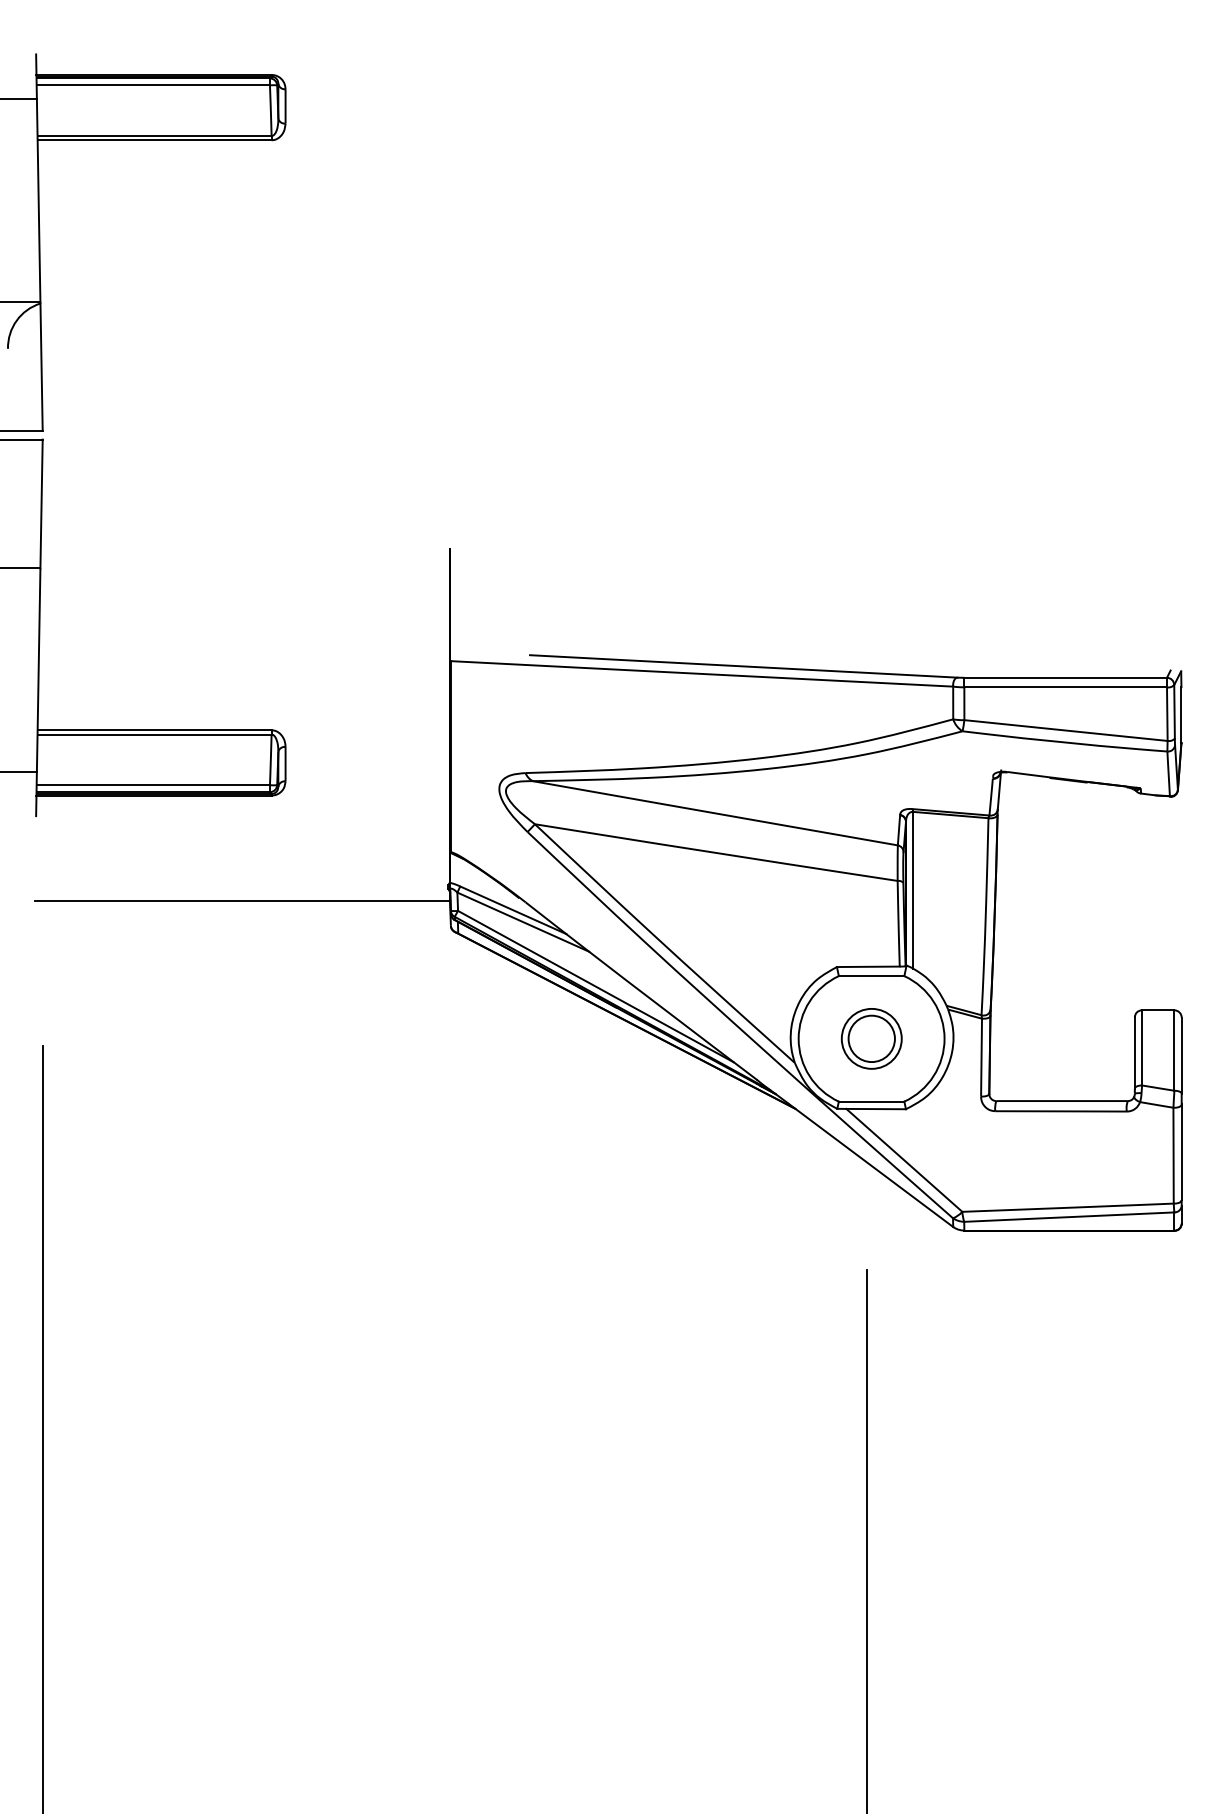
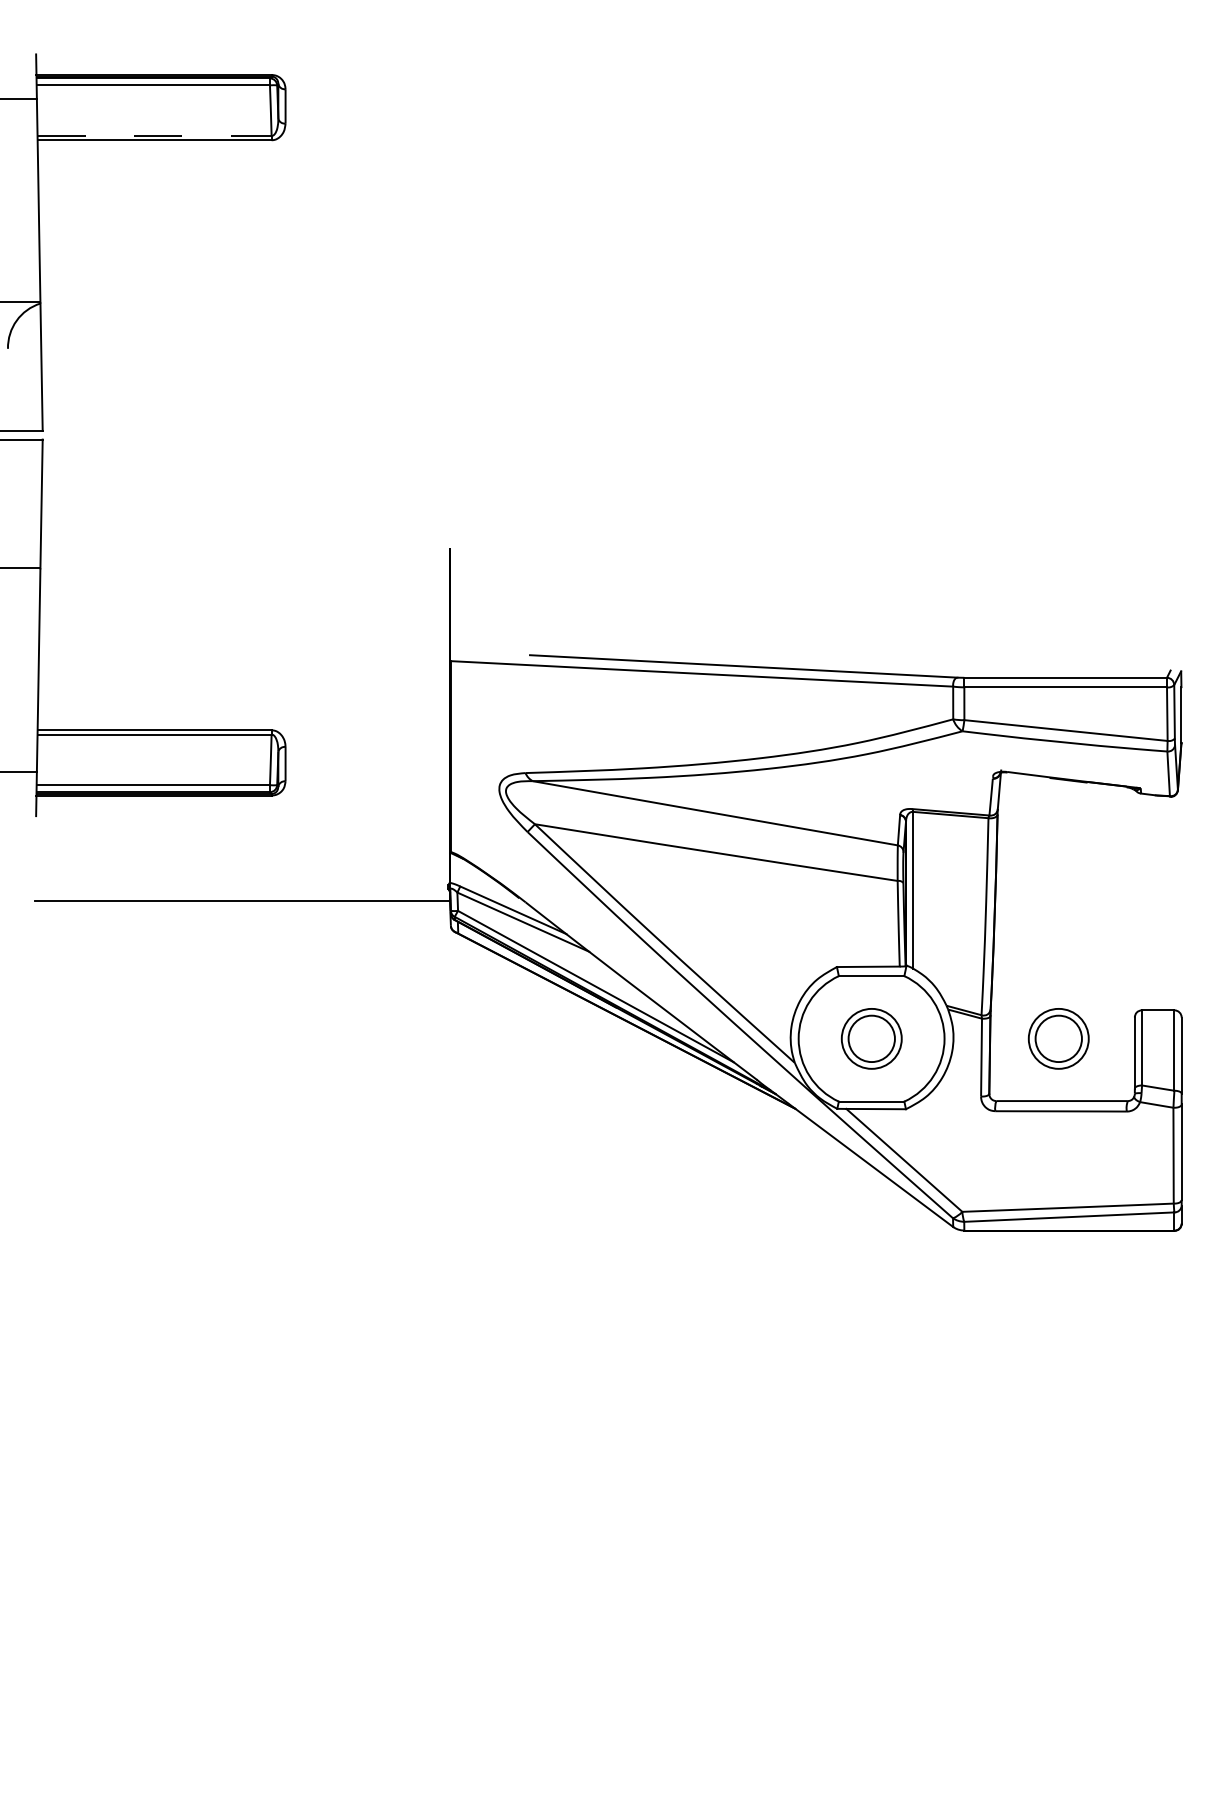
line at (155, 135): solid -> dashed
part at (1058, 1038): none -> present
line at (42, 1427): present -> none
line at (867, 1539): present -> none
